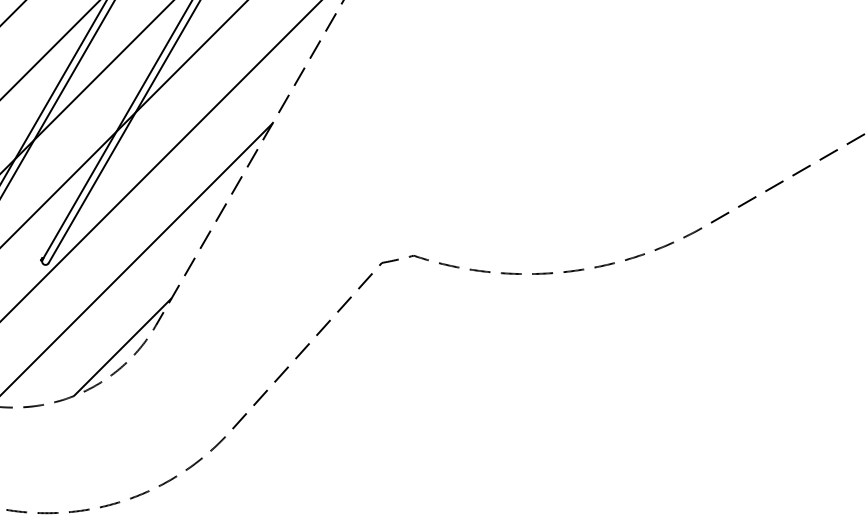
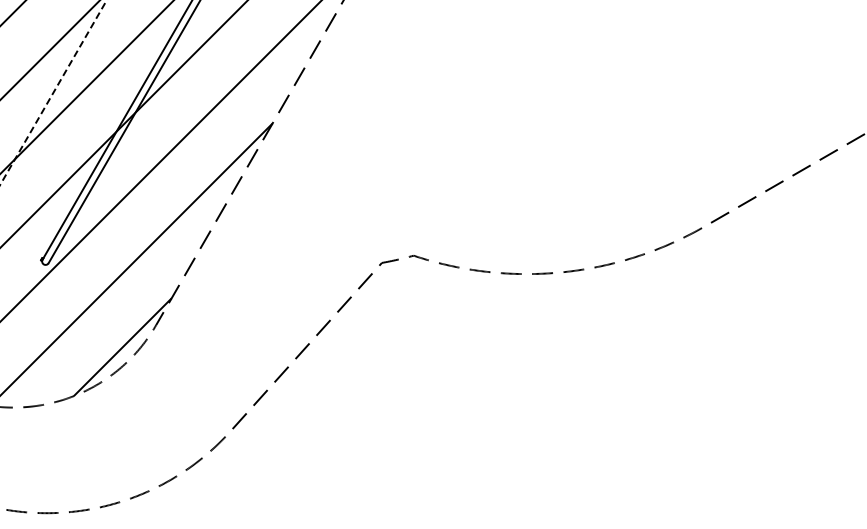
line at (53, 93): solid -> dashed
line at (57, 98): present -> none
